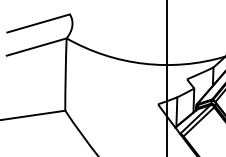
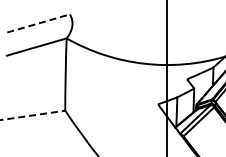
line at (38, 23): solid -> dashed
line at (32, 115): solid -> dashed
